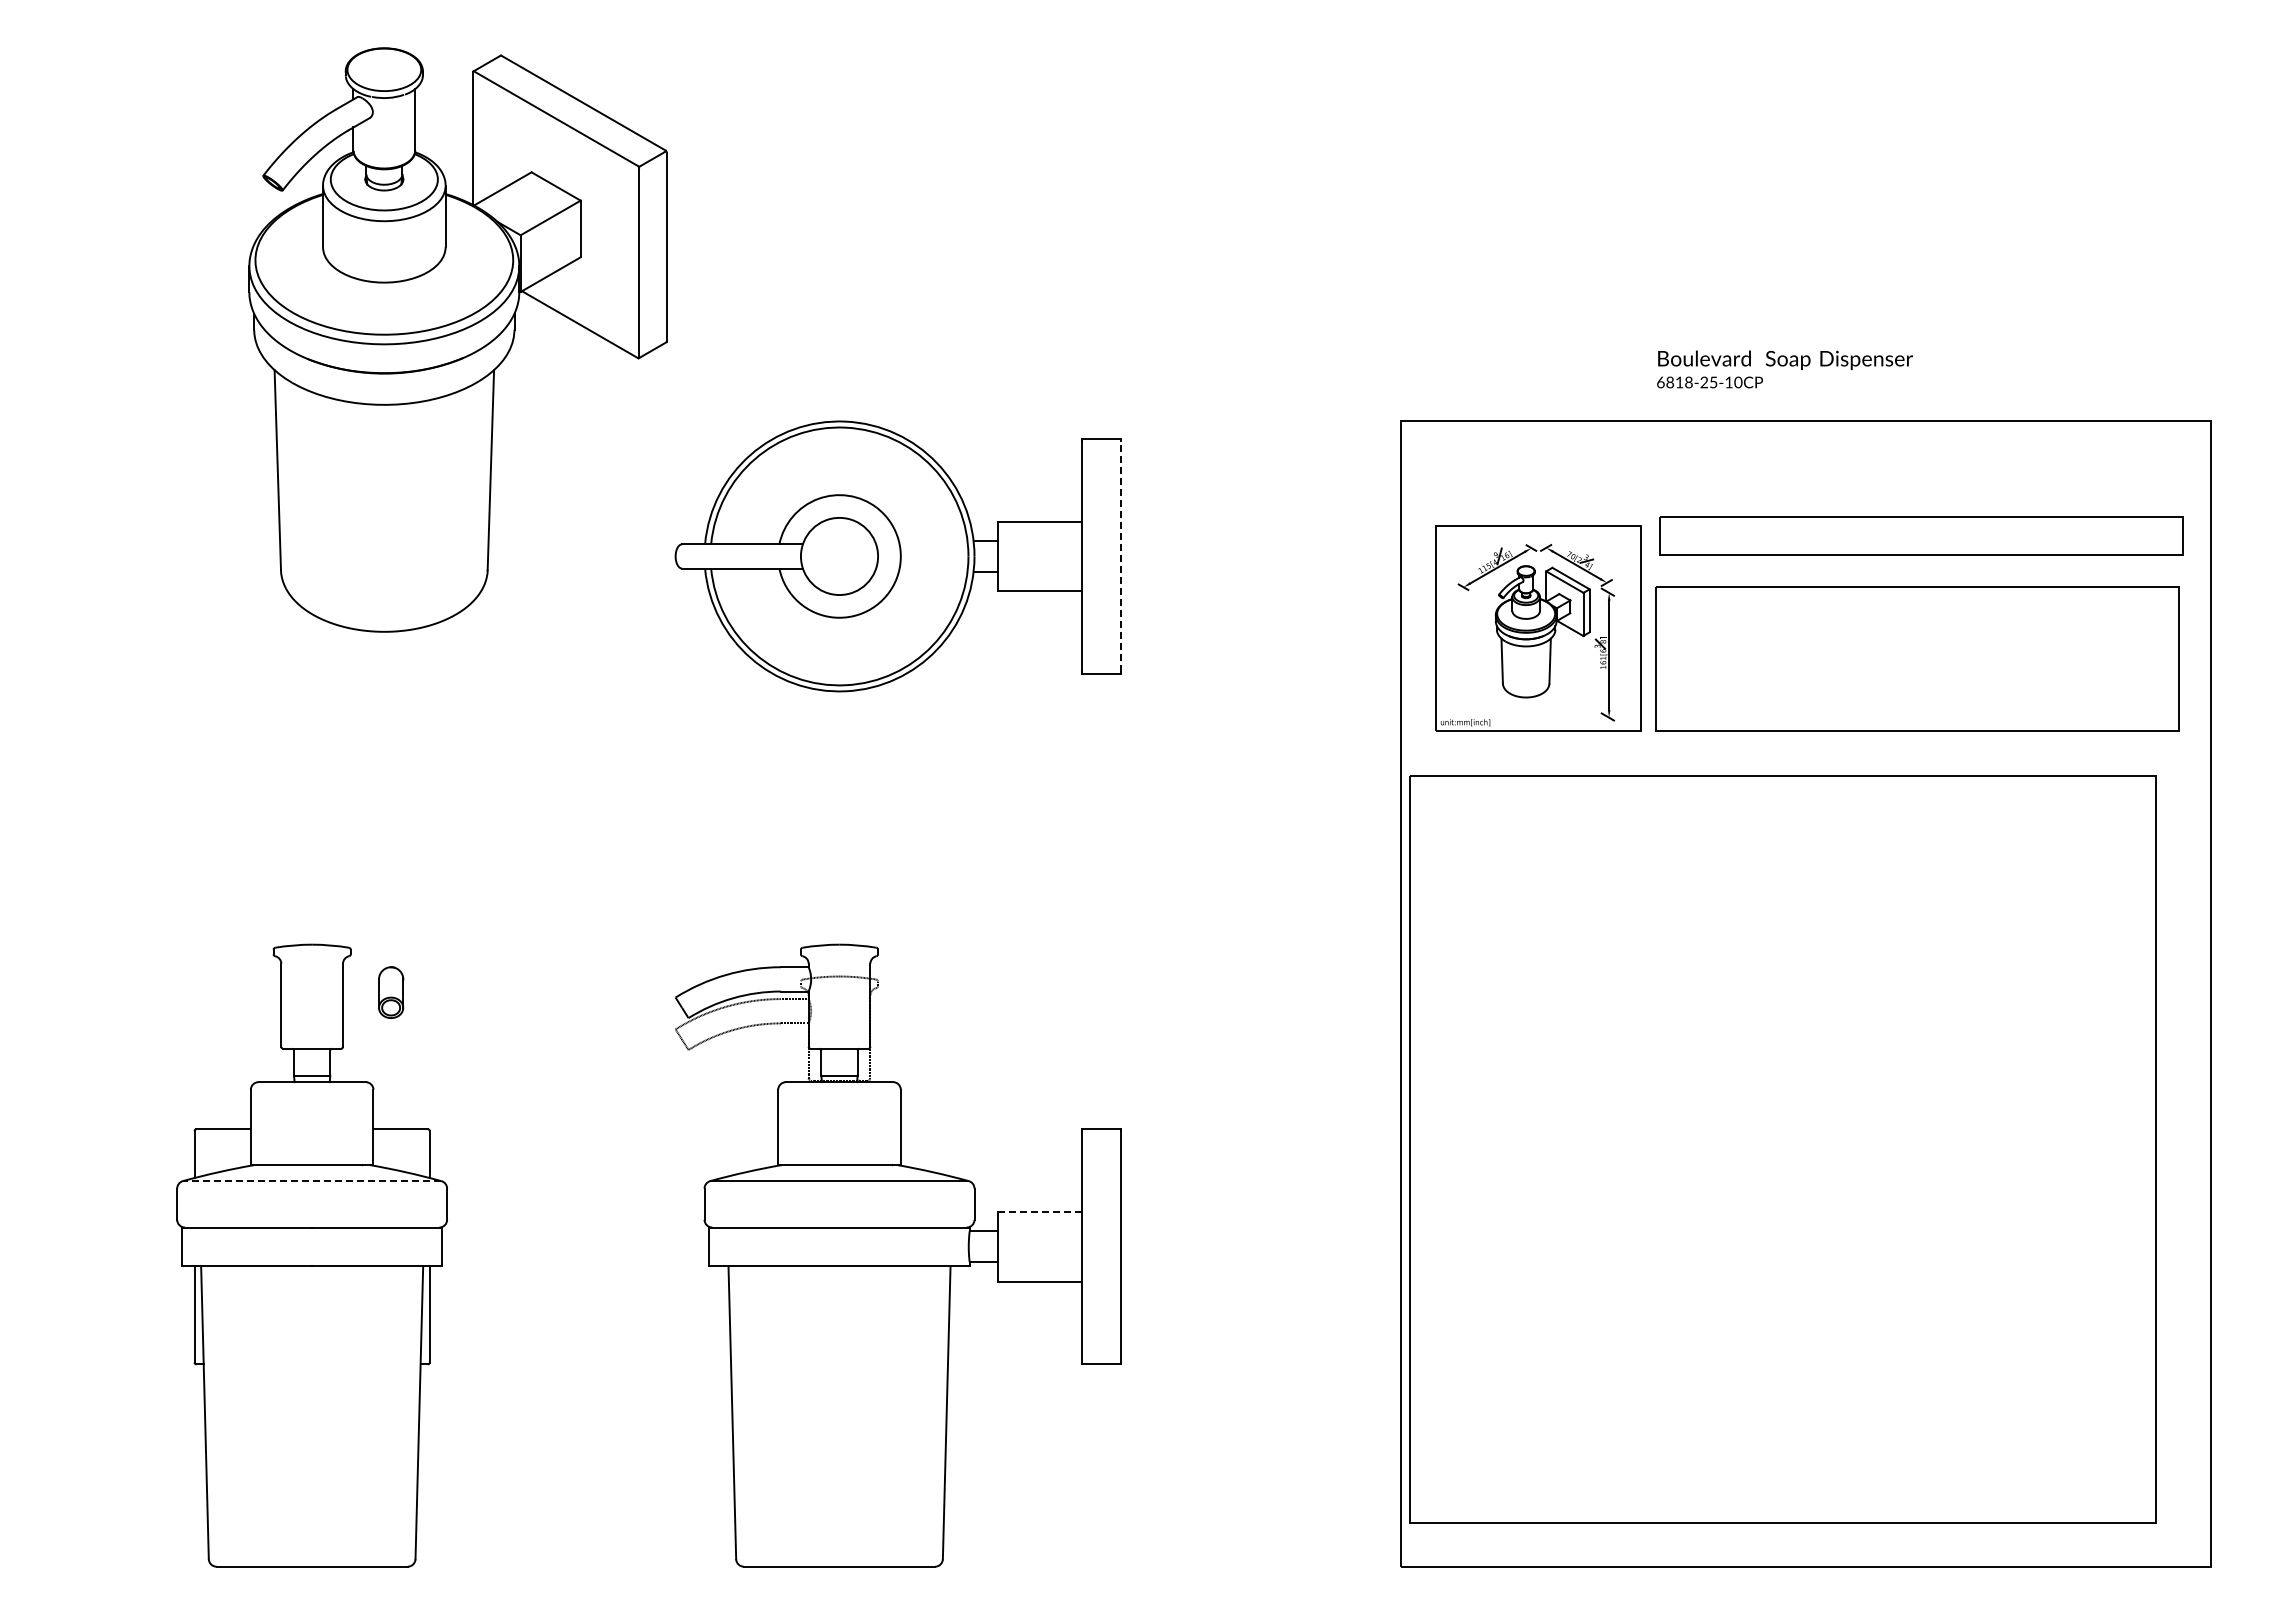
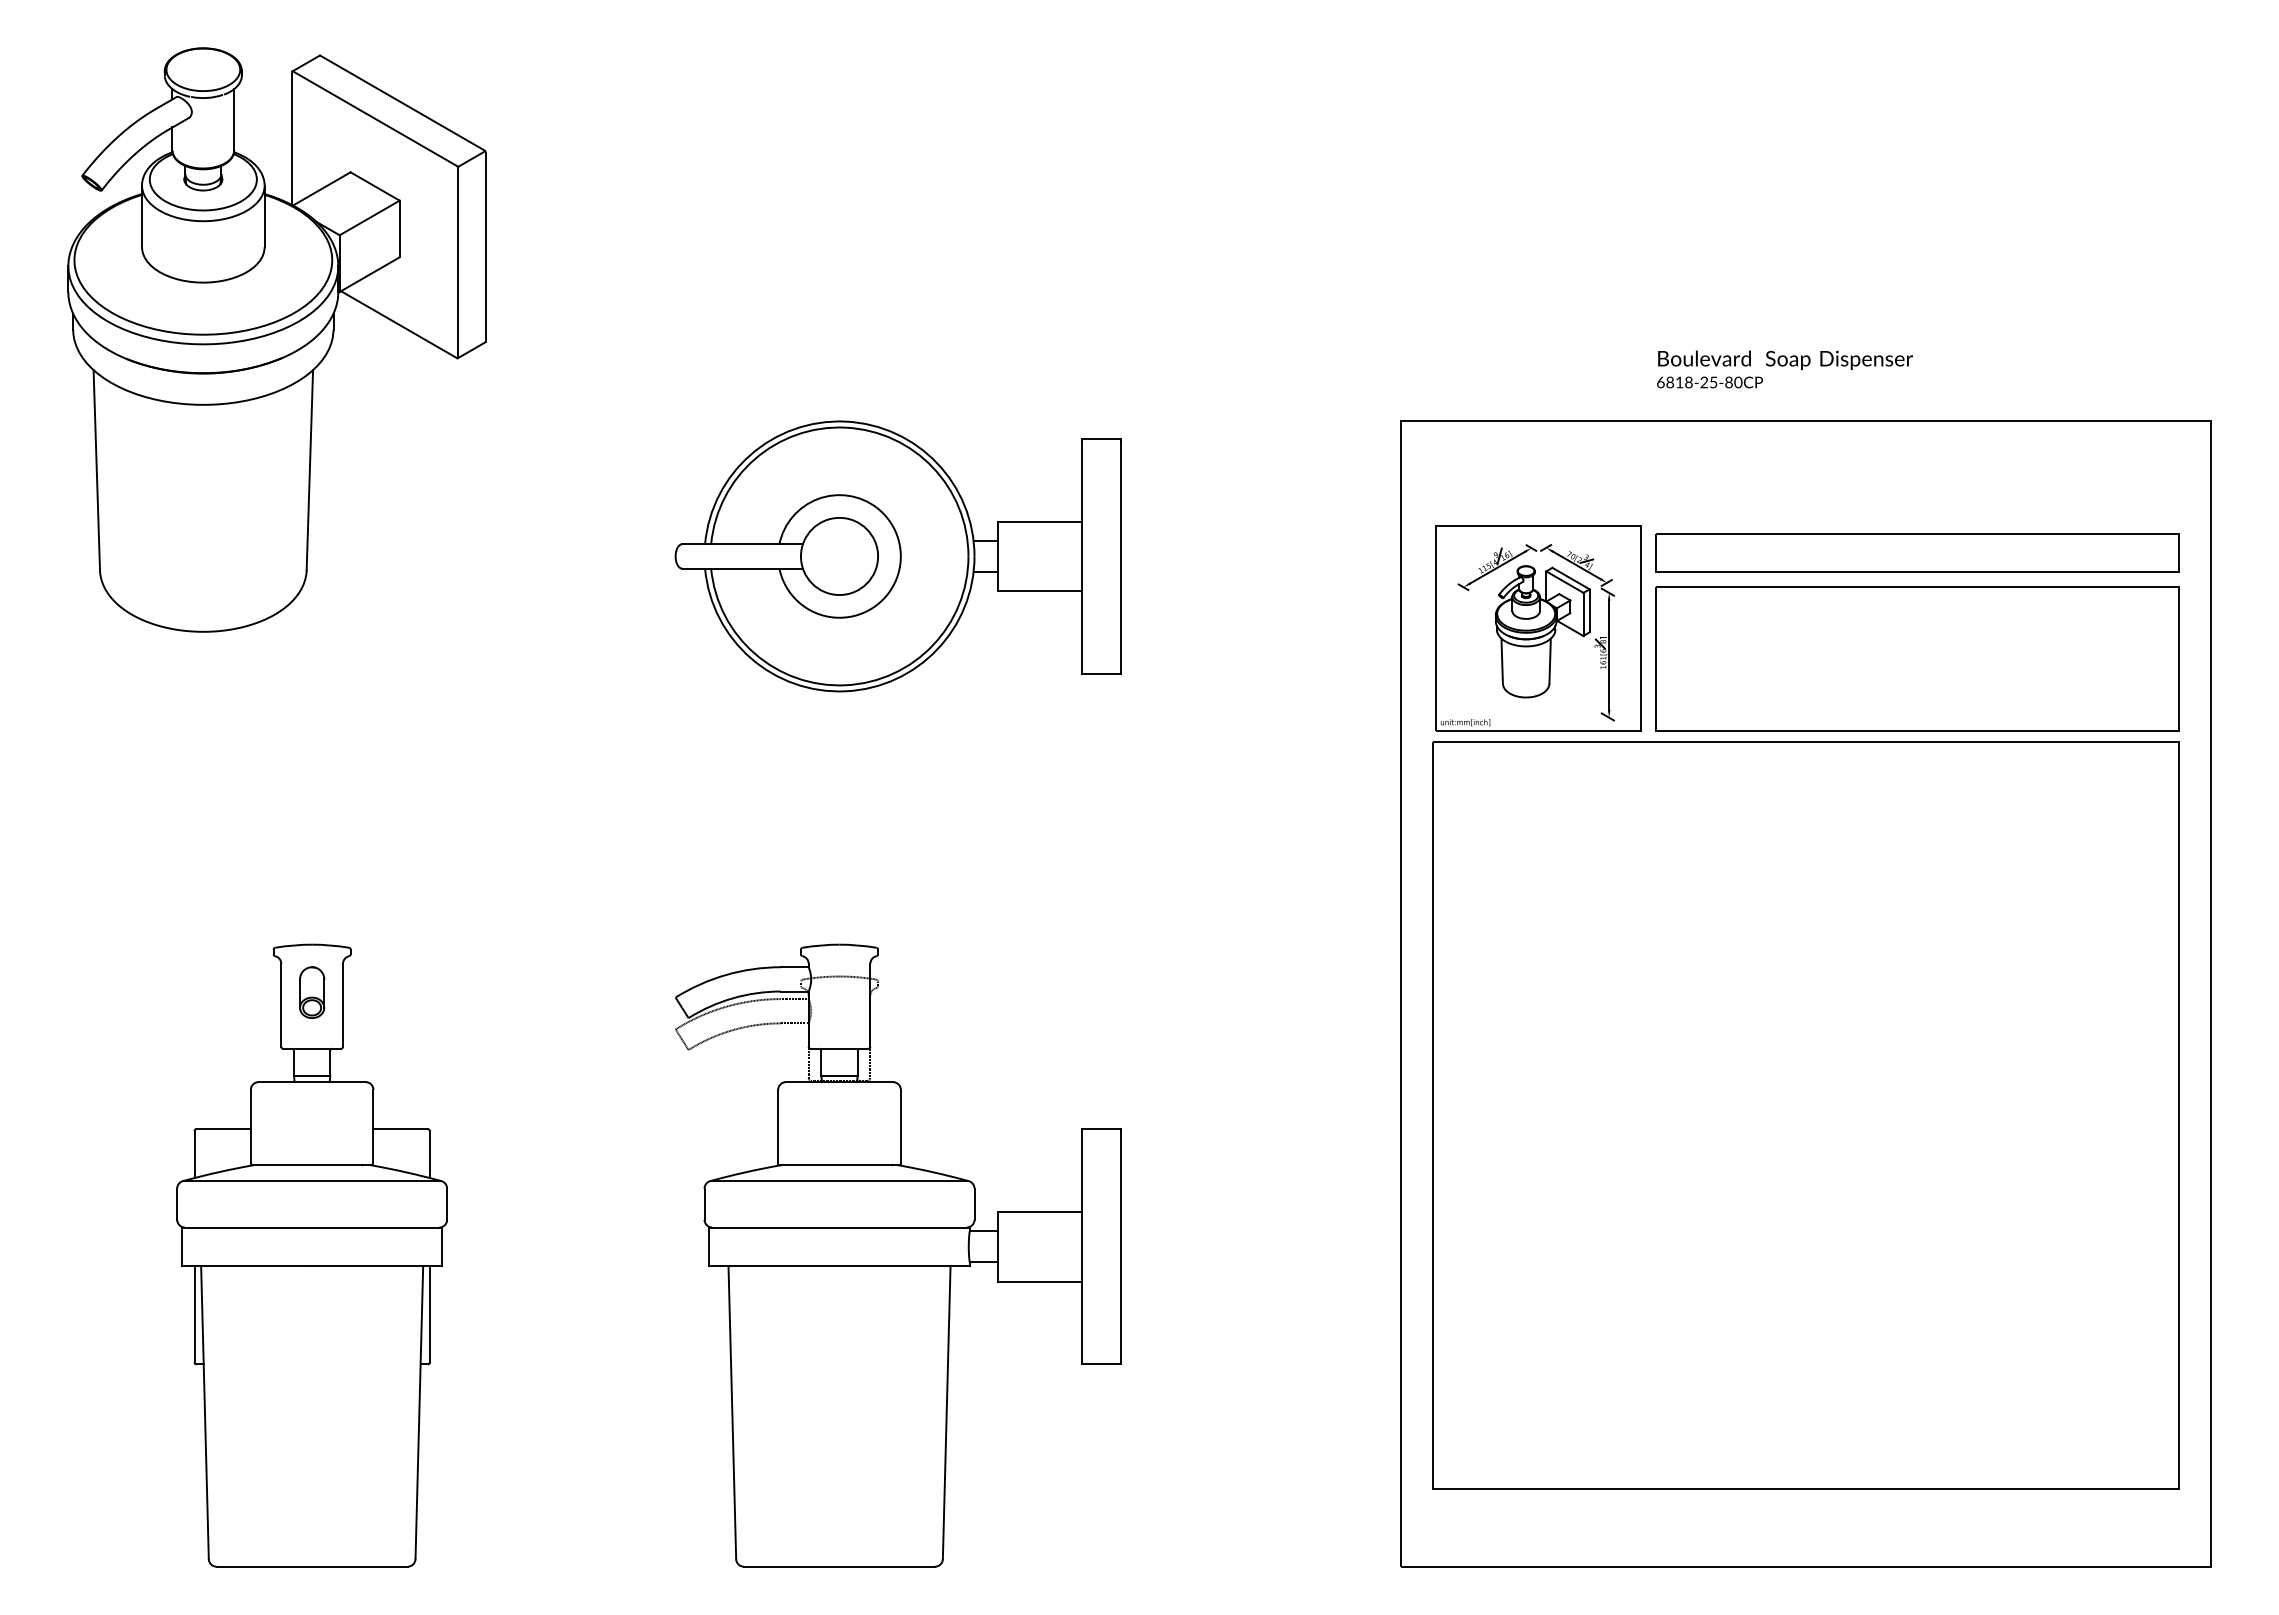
part at (457, 339) position: (457, 339) -> (276, 339)
text at (1728, 382): 6818-25-10CP -> 6818-25-80CP
part at (1921, 535) position: (1921, 535) -> (1917, 552)
line at (1121, 556): dashed -> solid
part at (391, 992) position: (391, 992) -> (312, 992)
part at (1782, 1149) position: (1782, 1149) -> (1805, 1115)
line at (312, 1181): dashed -> solid
line at (1039, 1212): dashed -> solid
